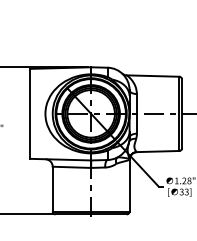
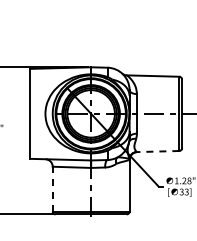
line at (157, 151): solid -> dashed
line at (52, 188): solid -> dashed
